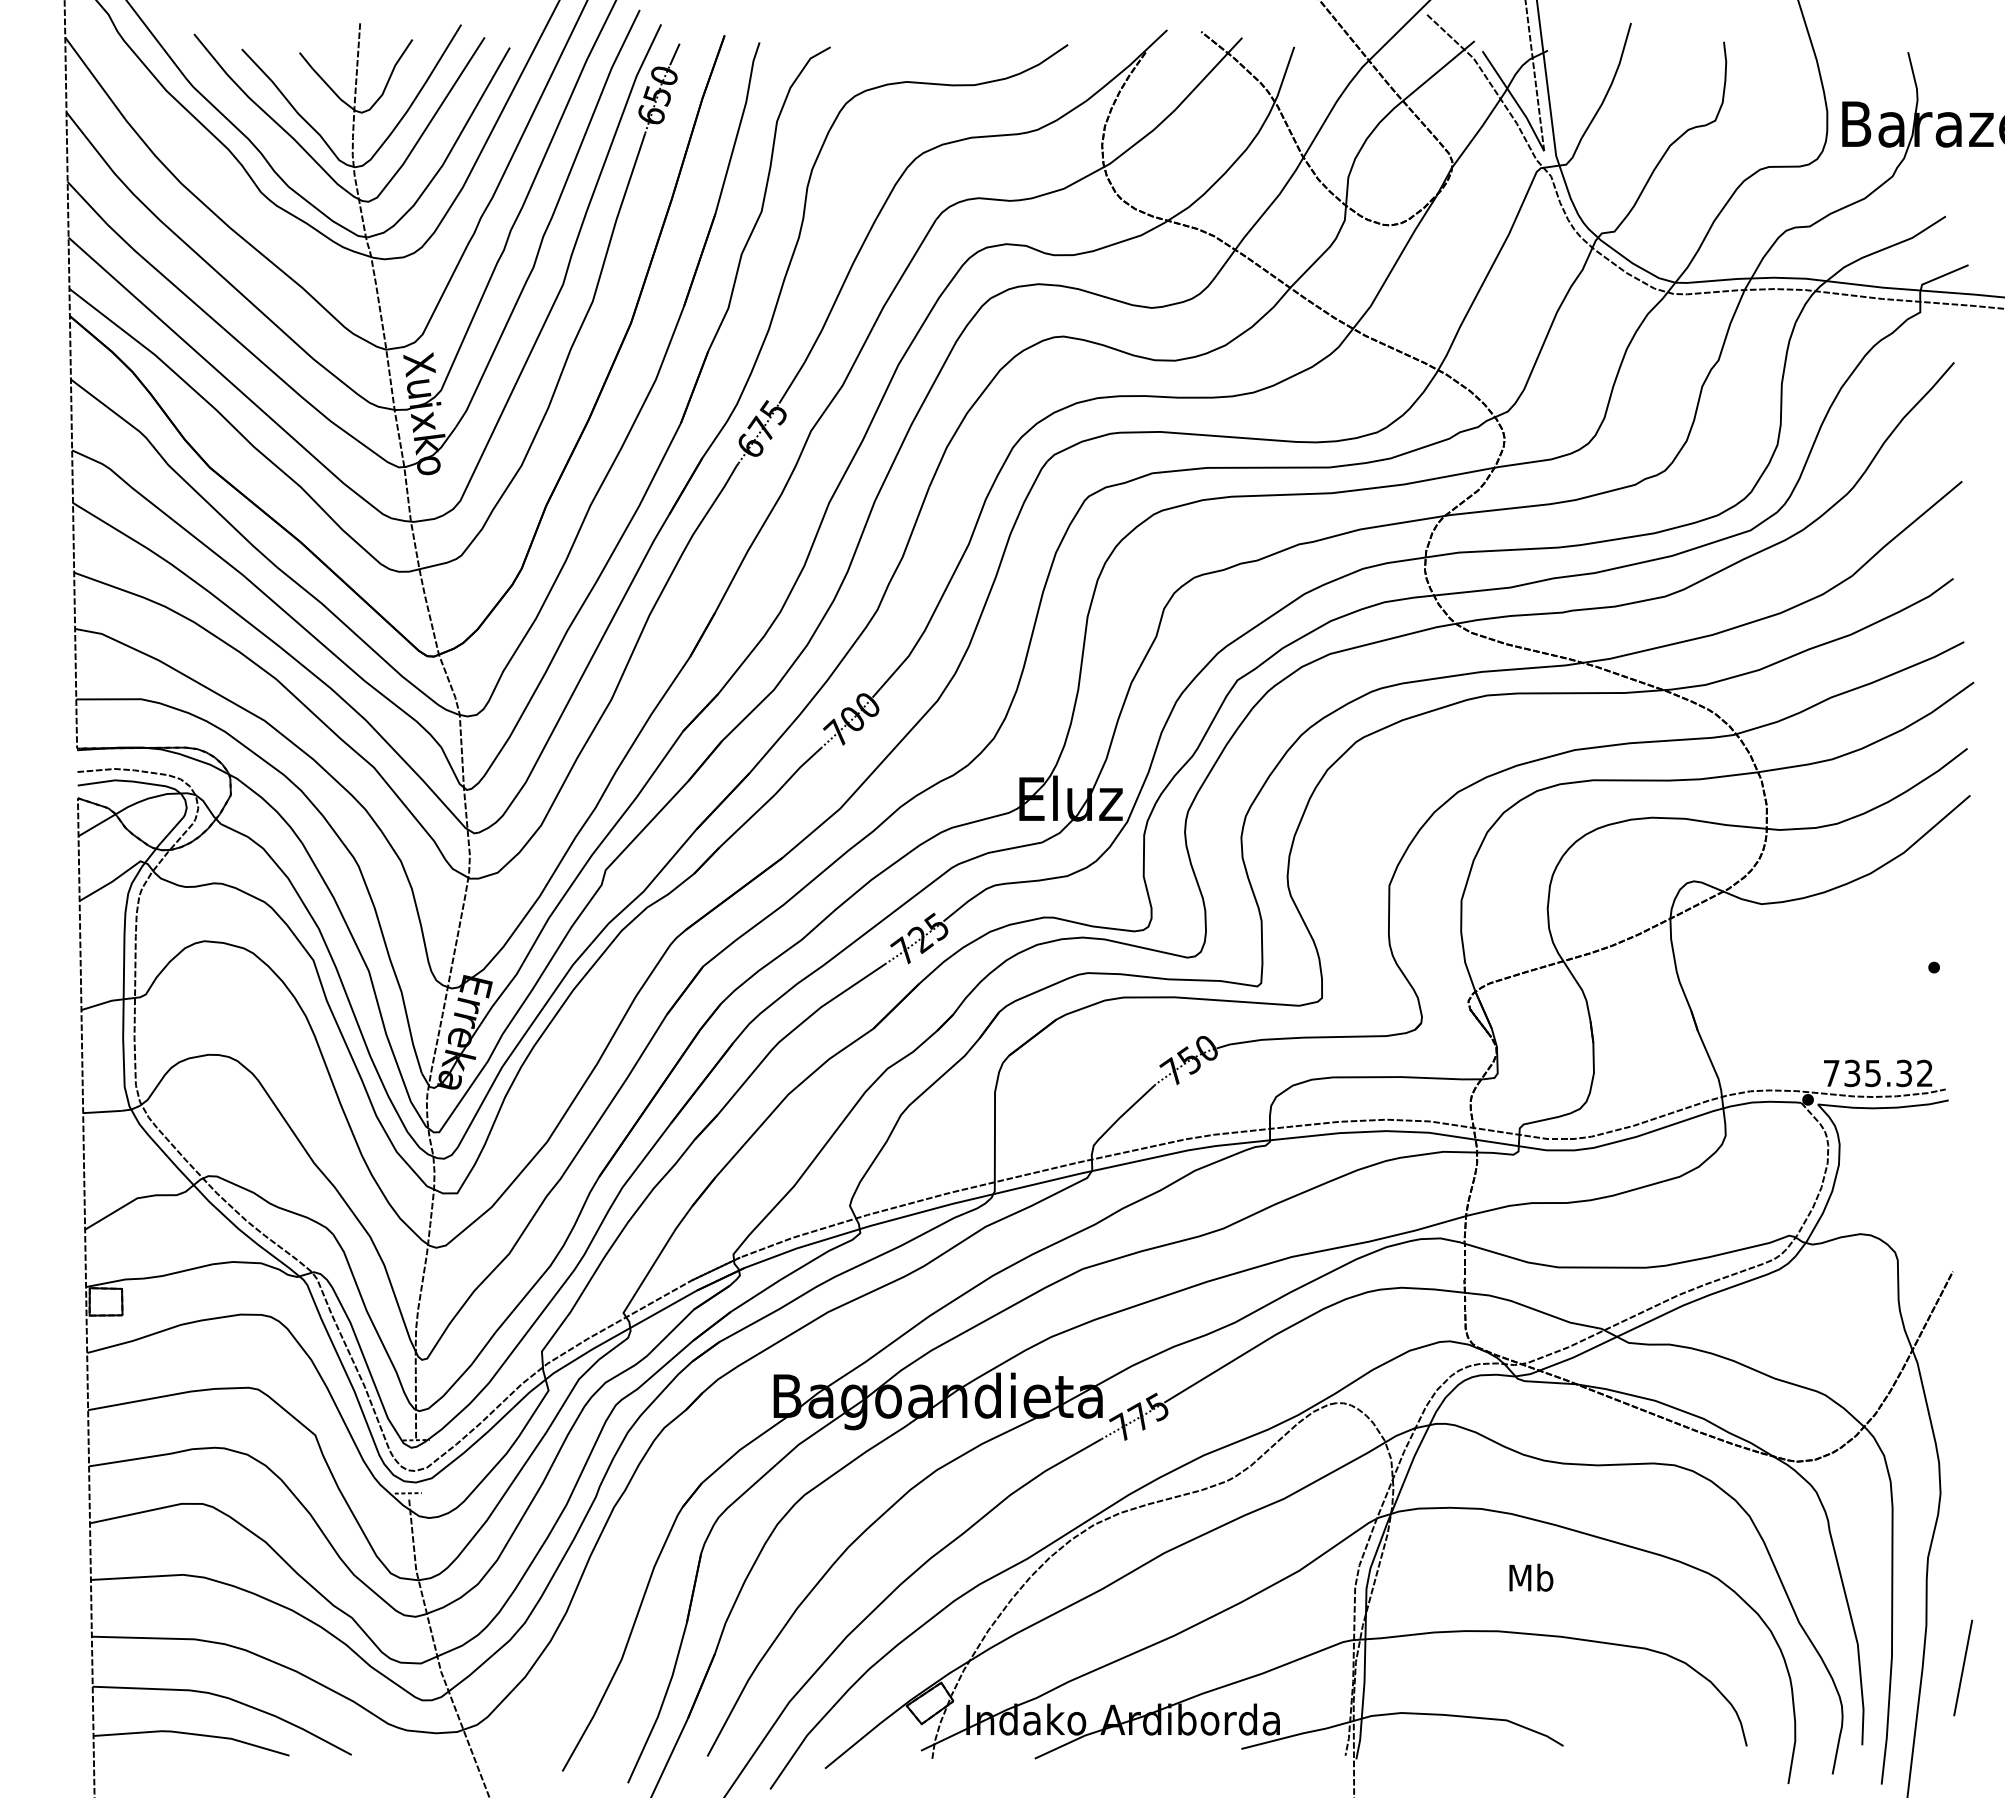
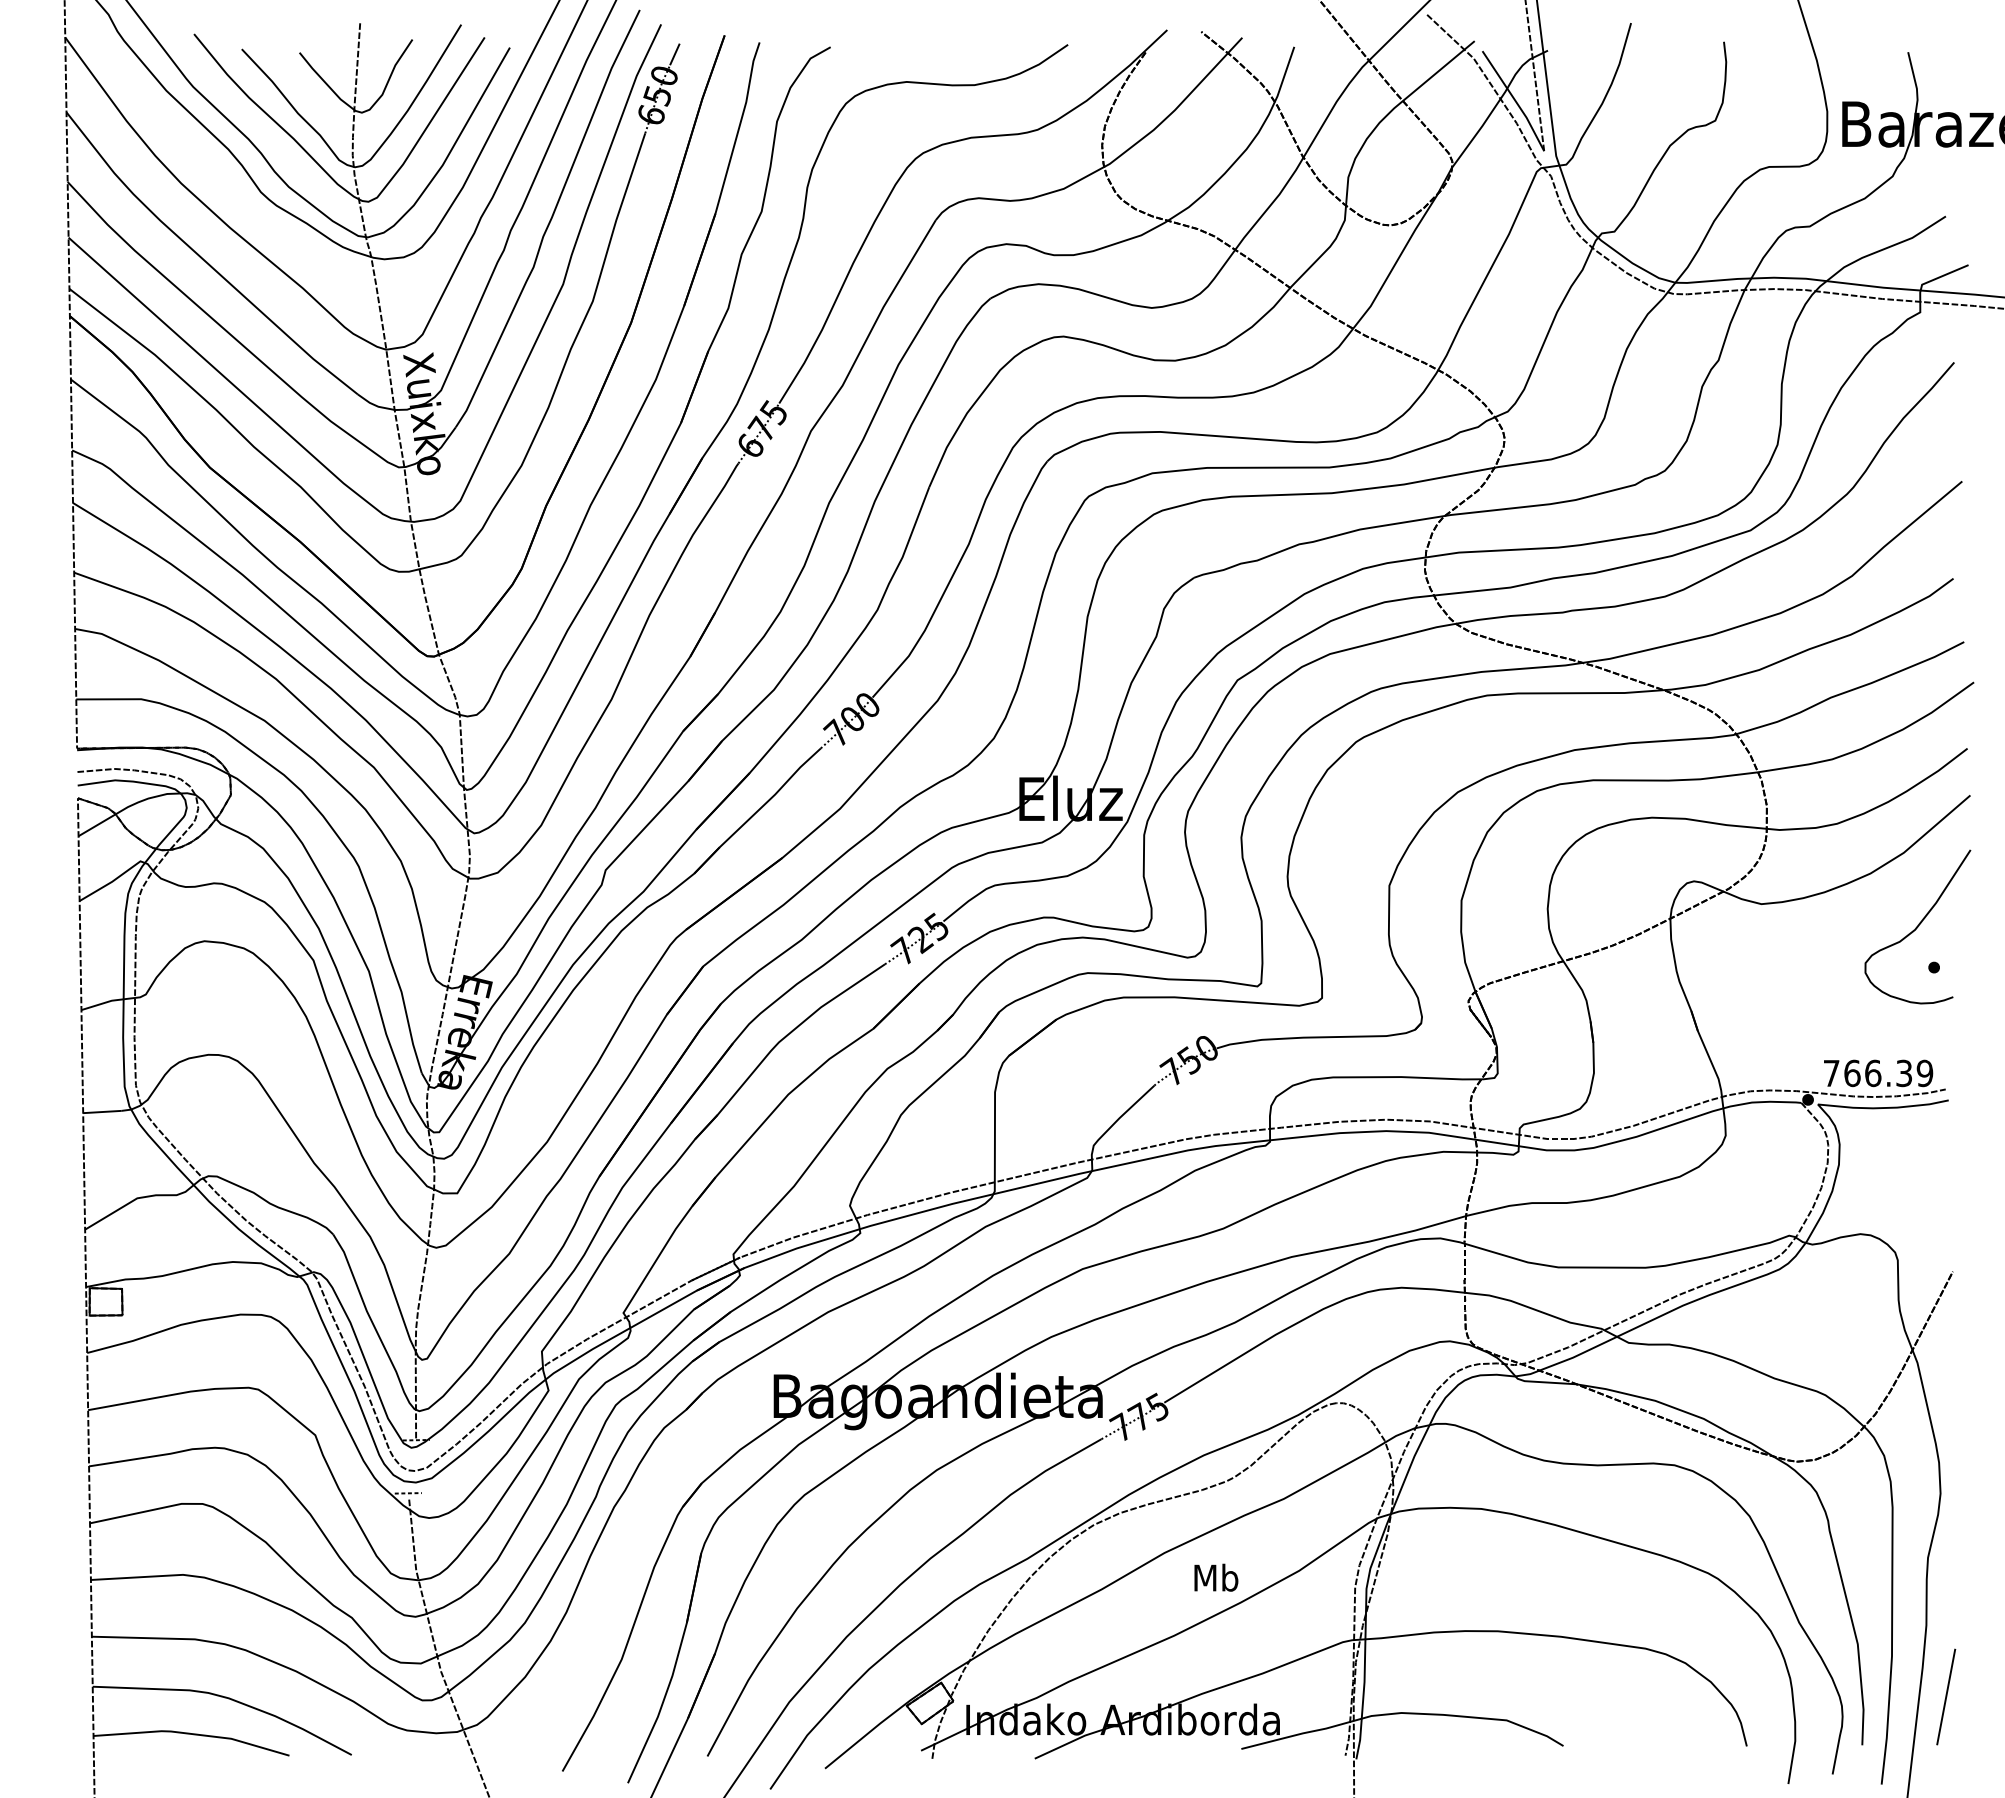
curve at (1917, 926): none -> present
text at (1888, 1073): 735.32 -> 766.39
text at (1531, 1577) position: (1531, 1577) -> (1216, 1577)
line at (1963, 1667) position: (1963, 1667) -> (1946, 1696)
